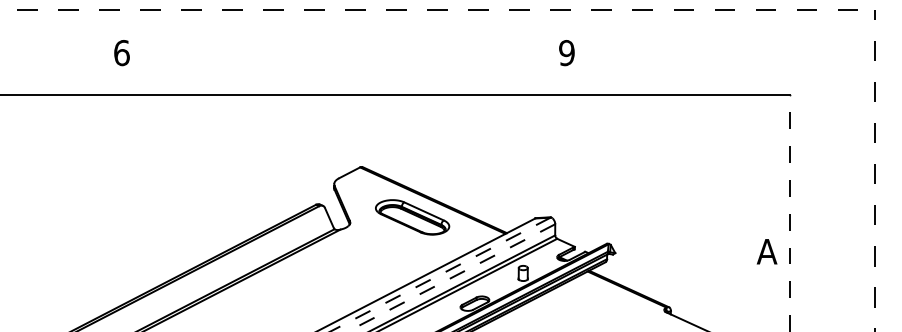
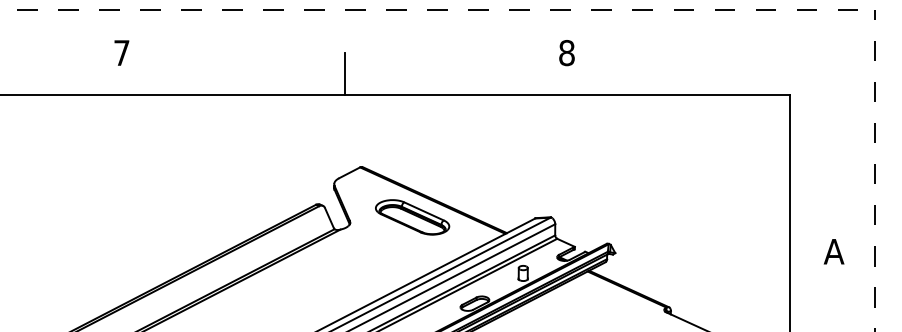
text at (121, 53): 6 -> 7
text at (566, 53): 9 -> 8
line at (345, 73): none -> present
line at (790, 212): dashed -> solid
text at (766, 251) position: (766, 251) -> (833, 251)
line at (440, 274): dashed -> solid
line at (451, 277): dashed -> solid
